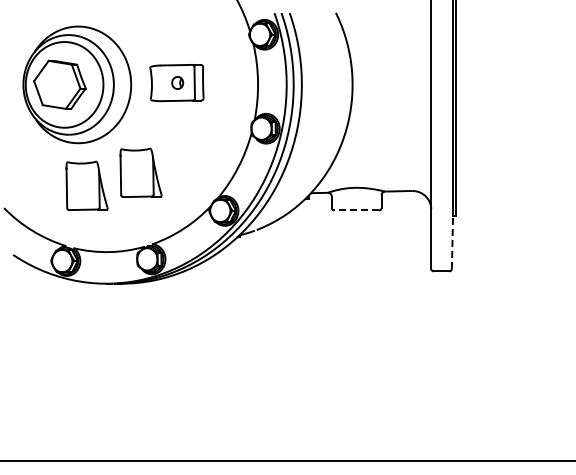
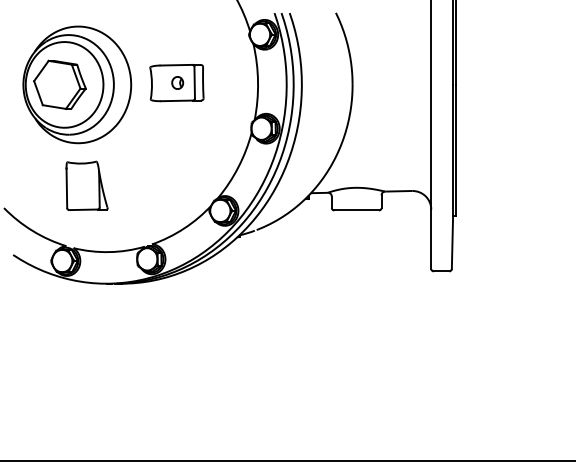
part at (140, 172): present -> none
line at (356, 210): dashed -> solid
line at (452, 242): dashed -> solid
